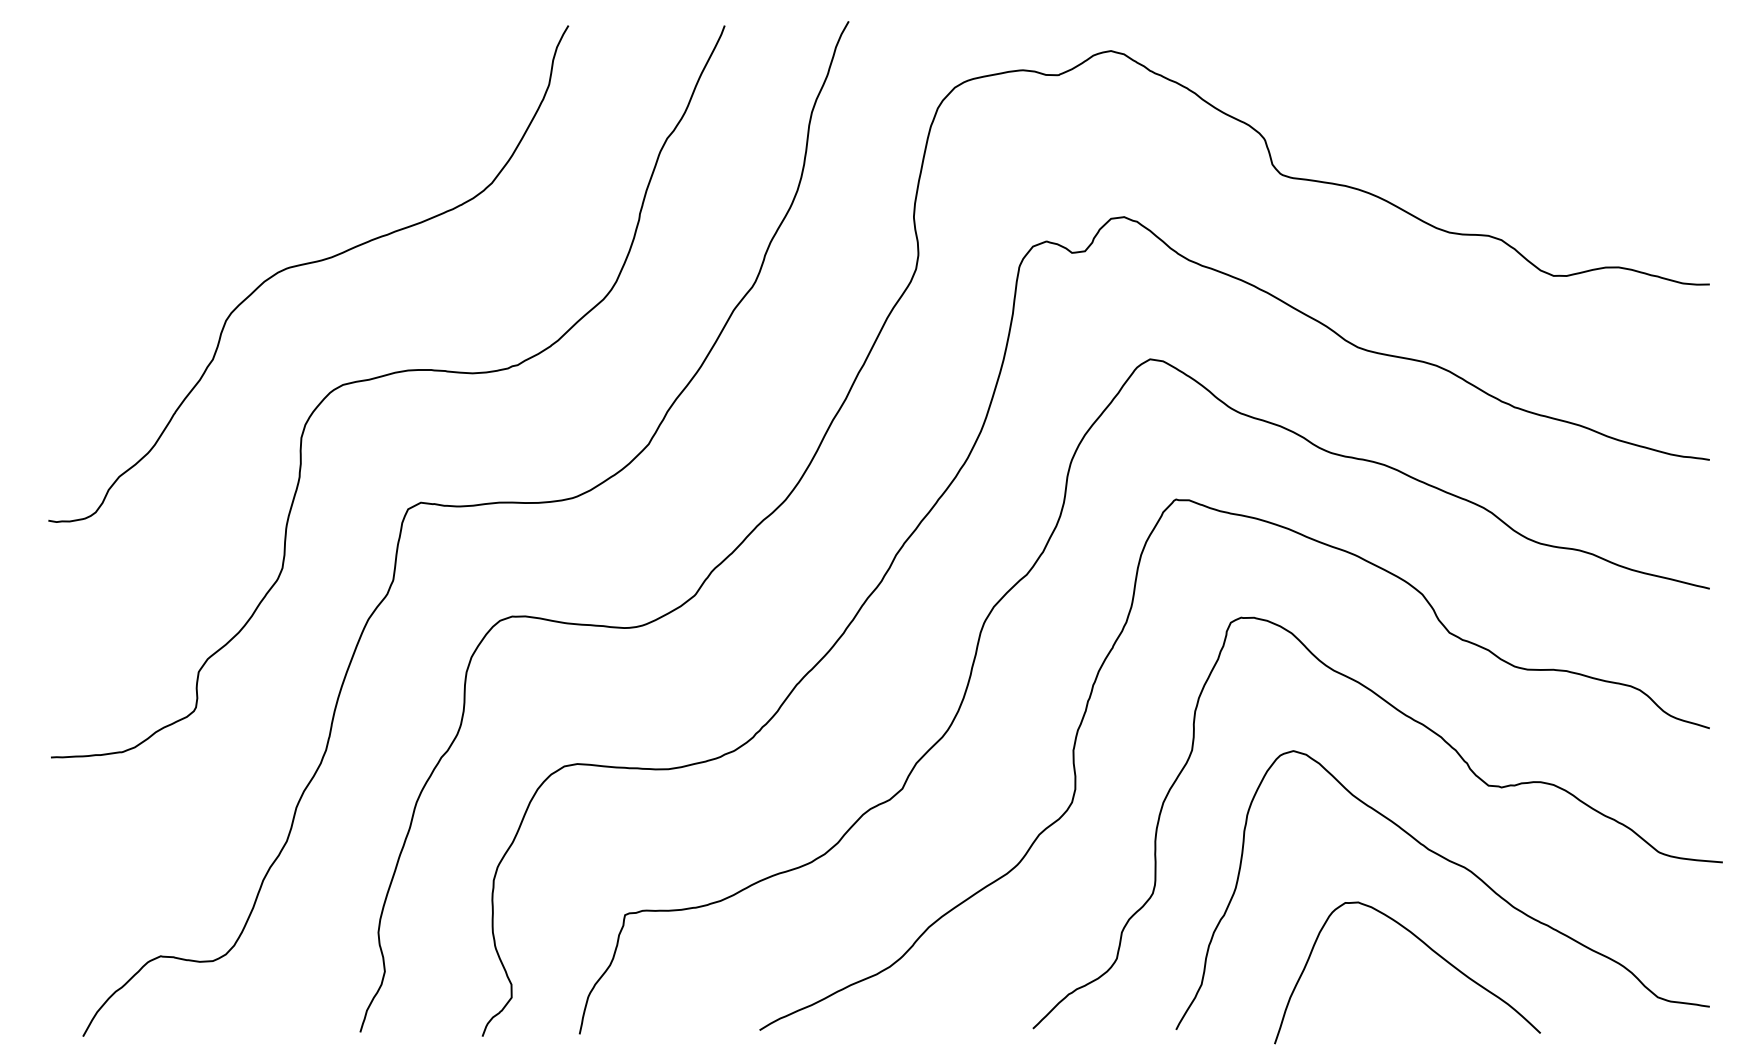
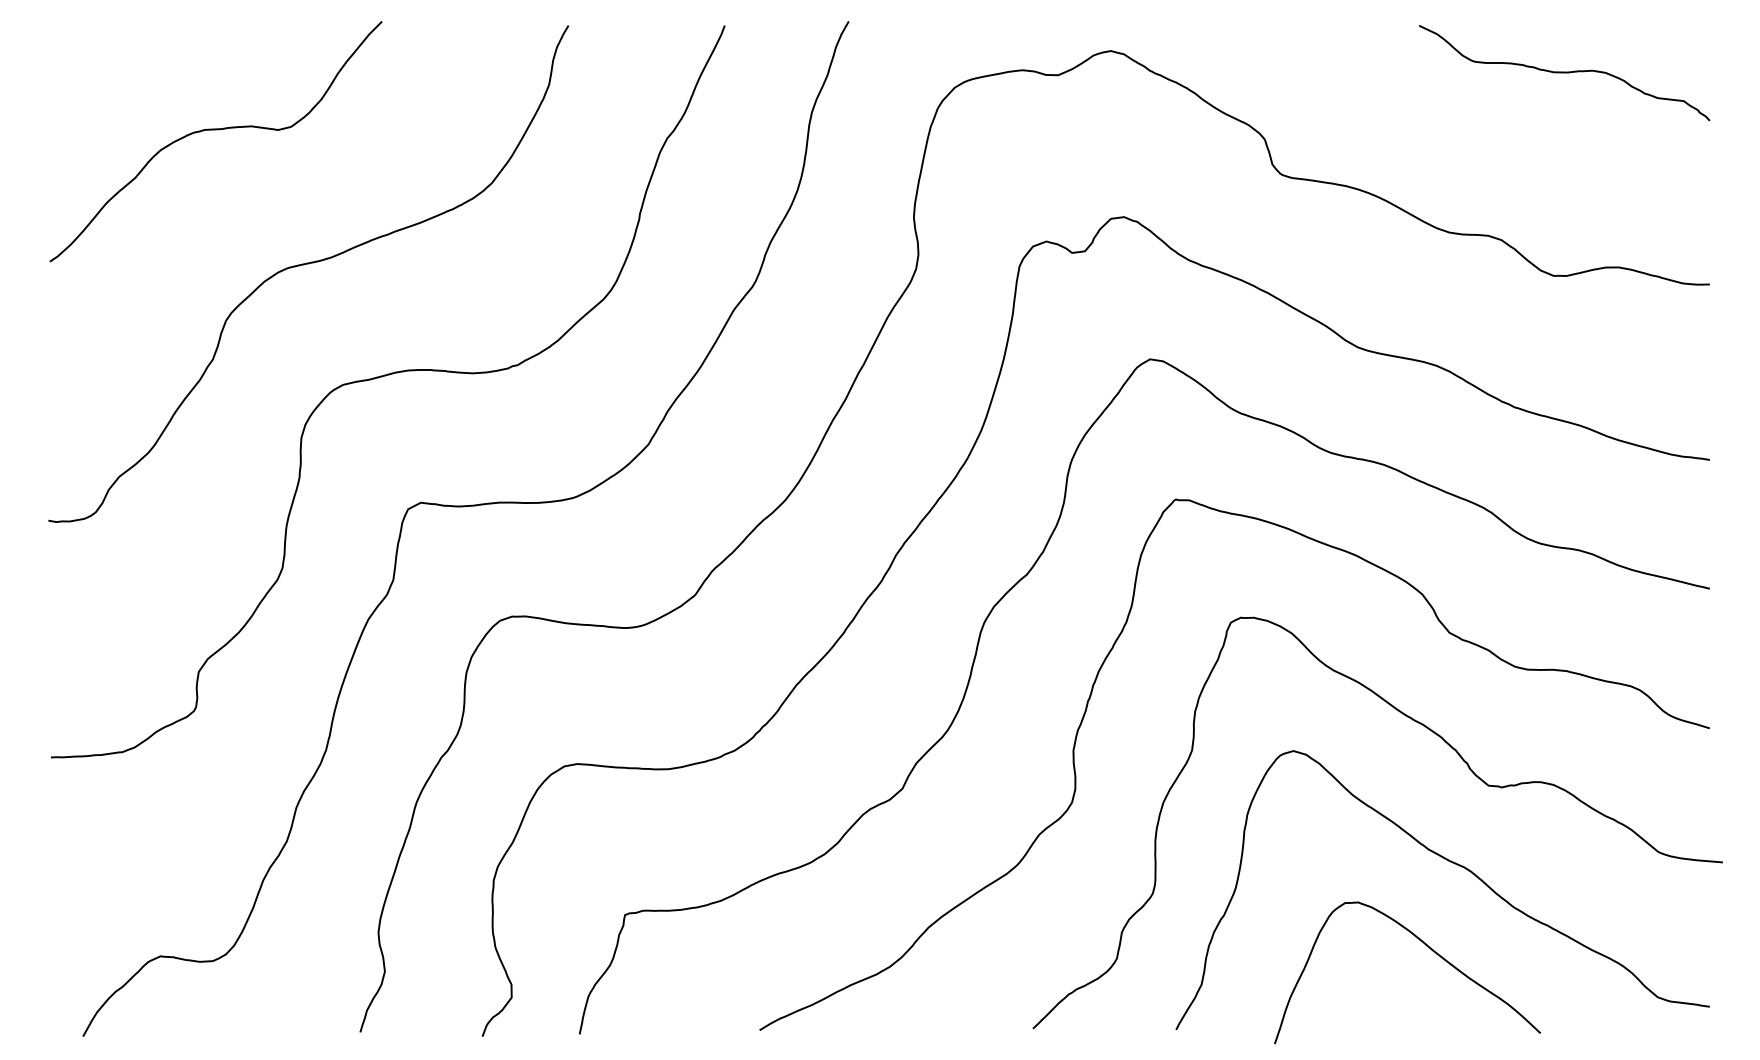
curve at (1564, 73): none -> present
curve at (215, 130): none -> present
